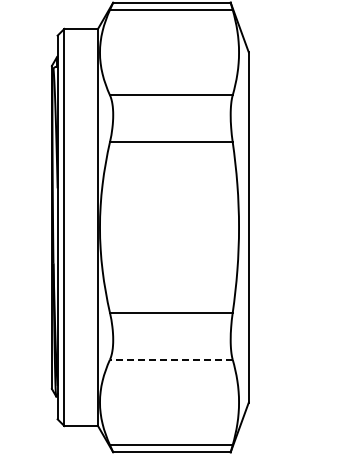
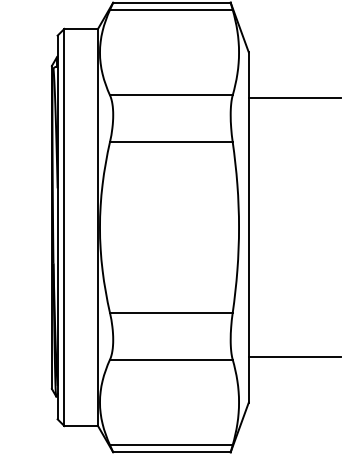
line at (294, 98): none -> present
line at (294, 356): none -> present
line at (170, 359): dashed -> solid
